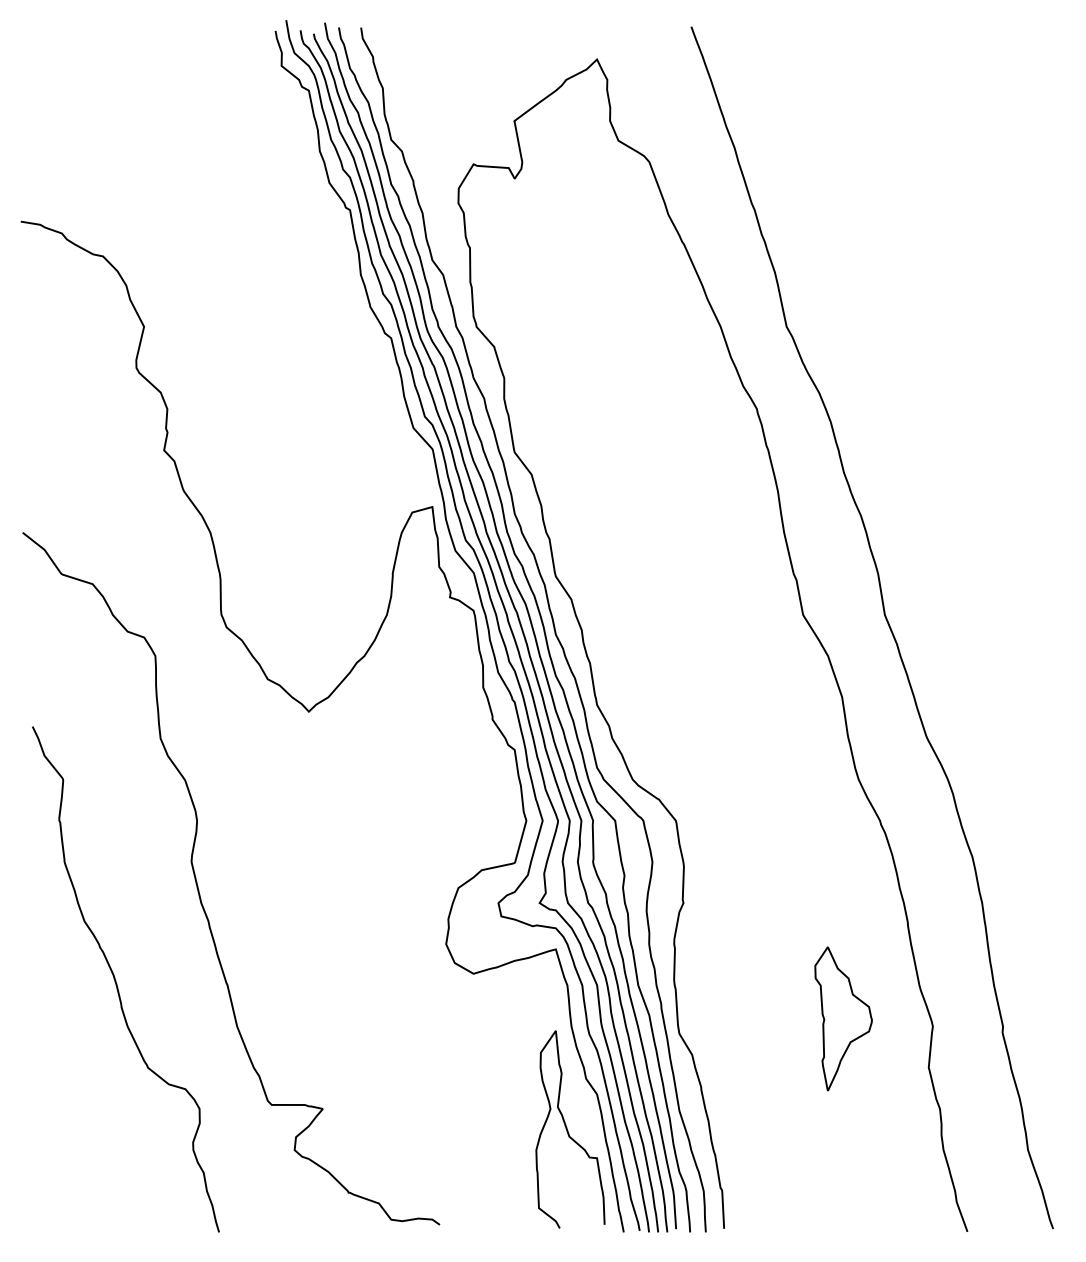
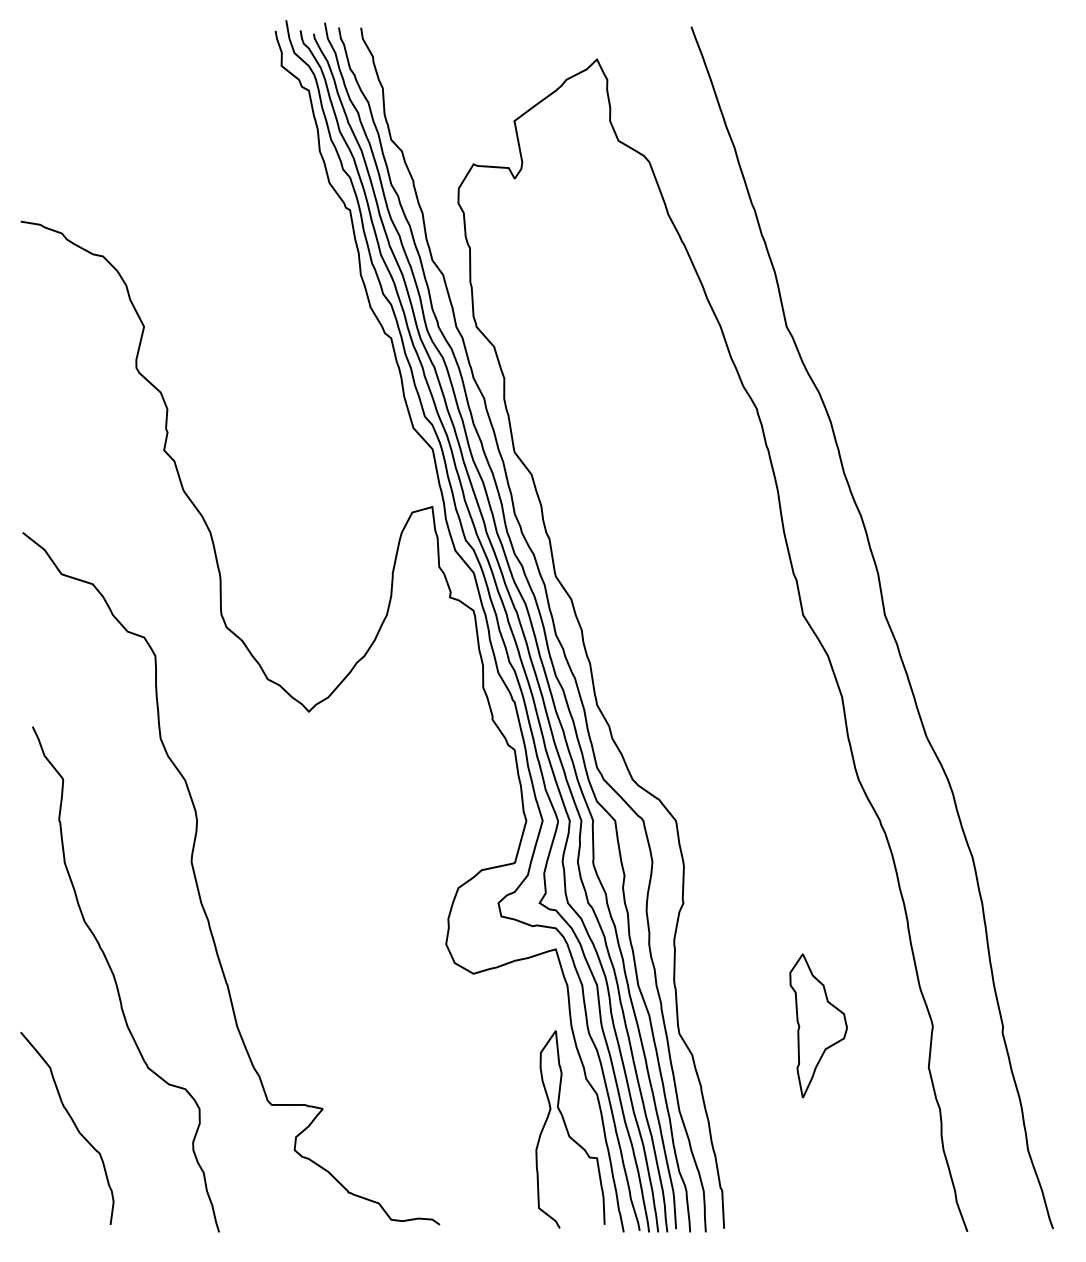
part at (843, 1018) position: (843, 1018) -> (818, 1025)
curve at (73, 1124): none -> present
